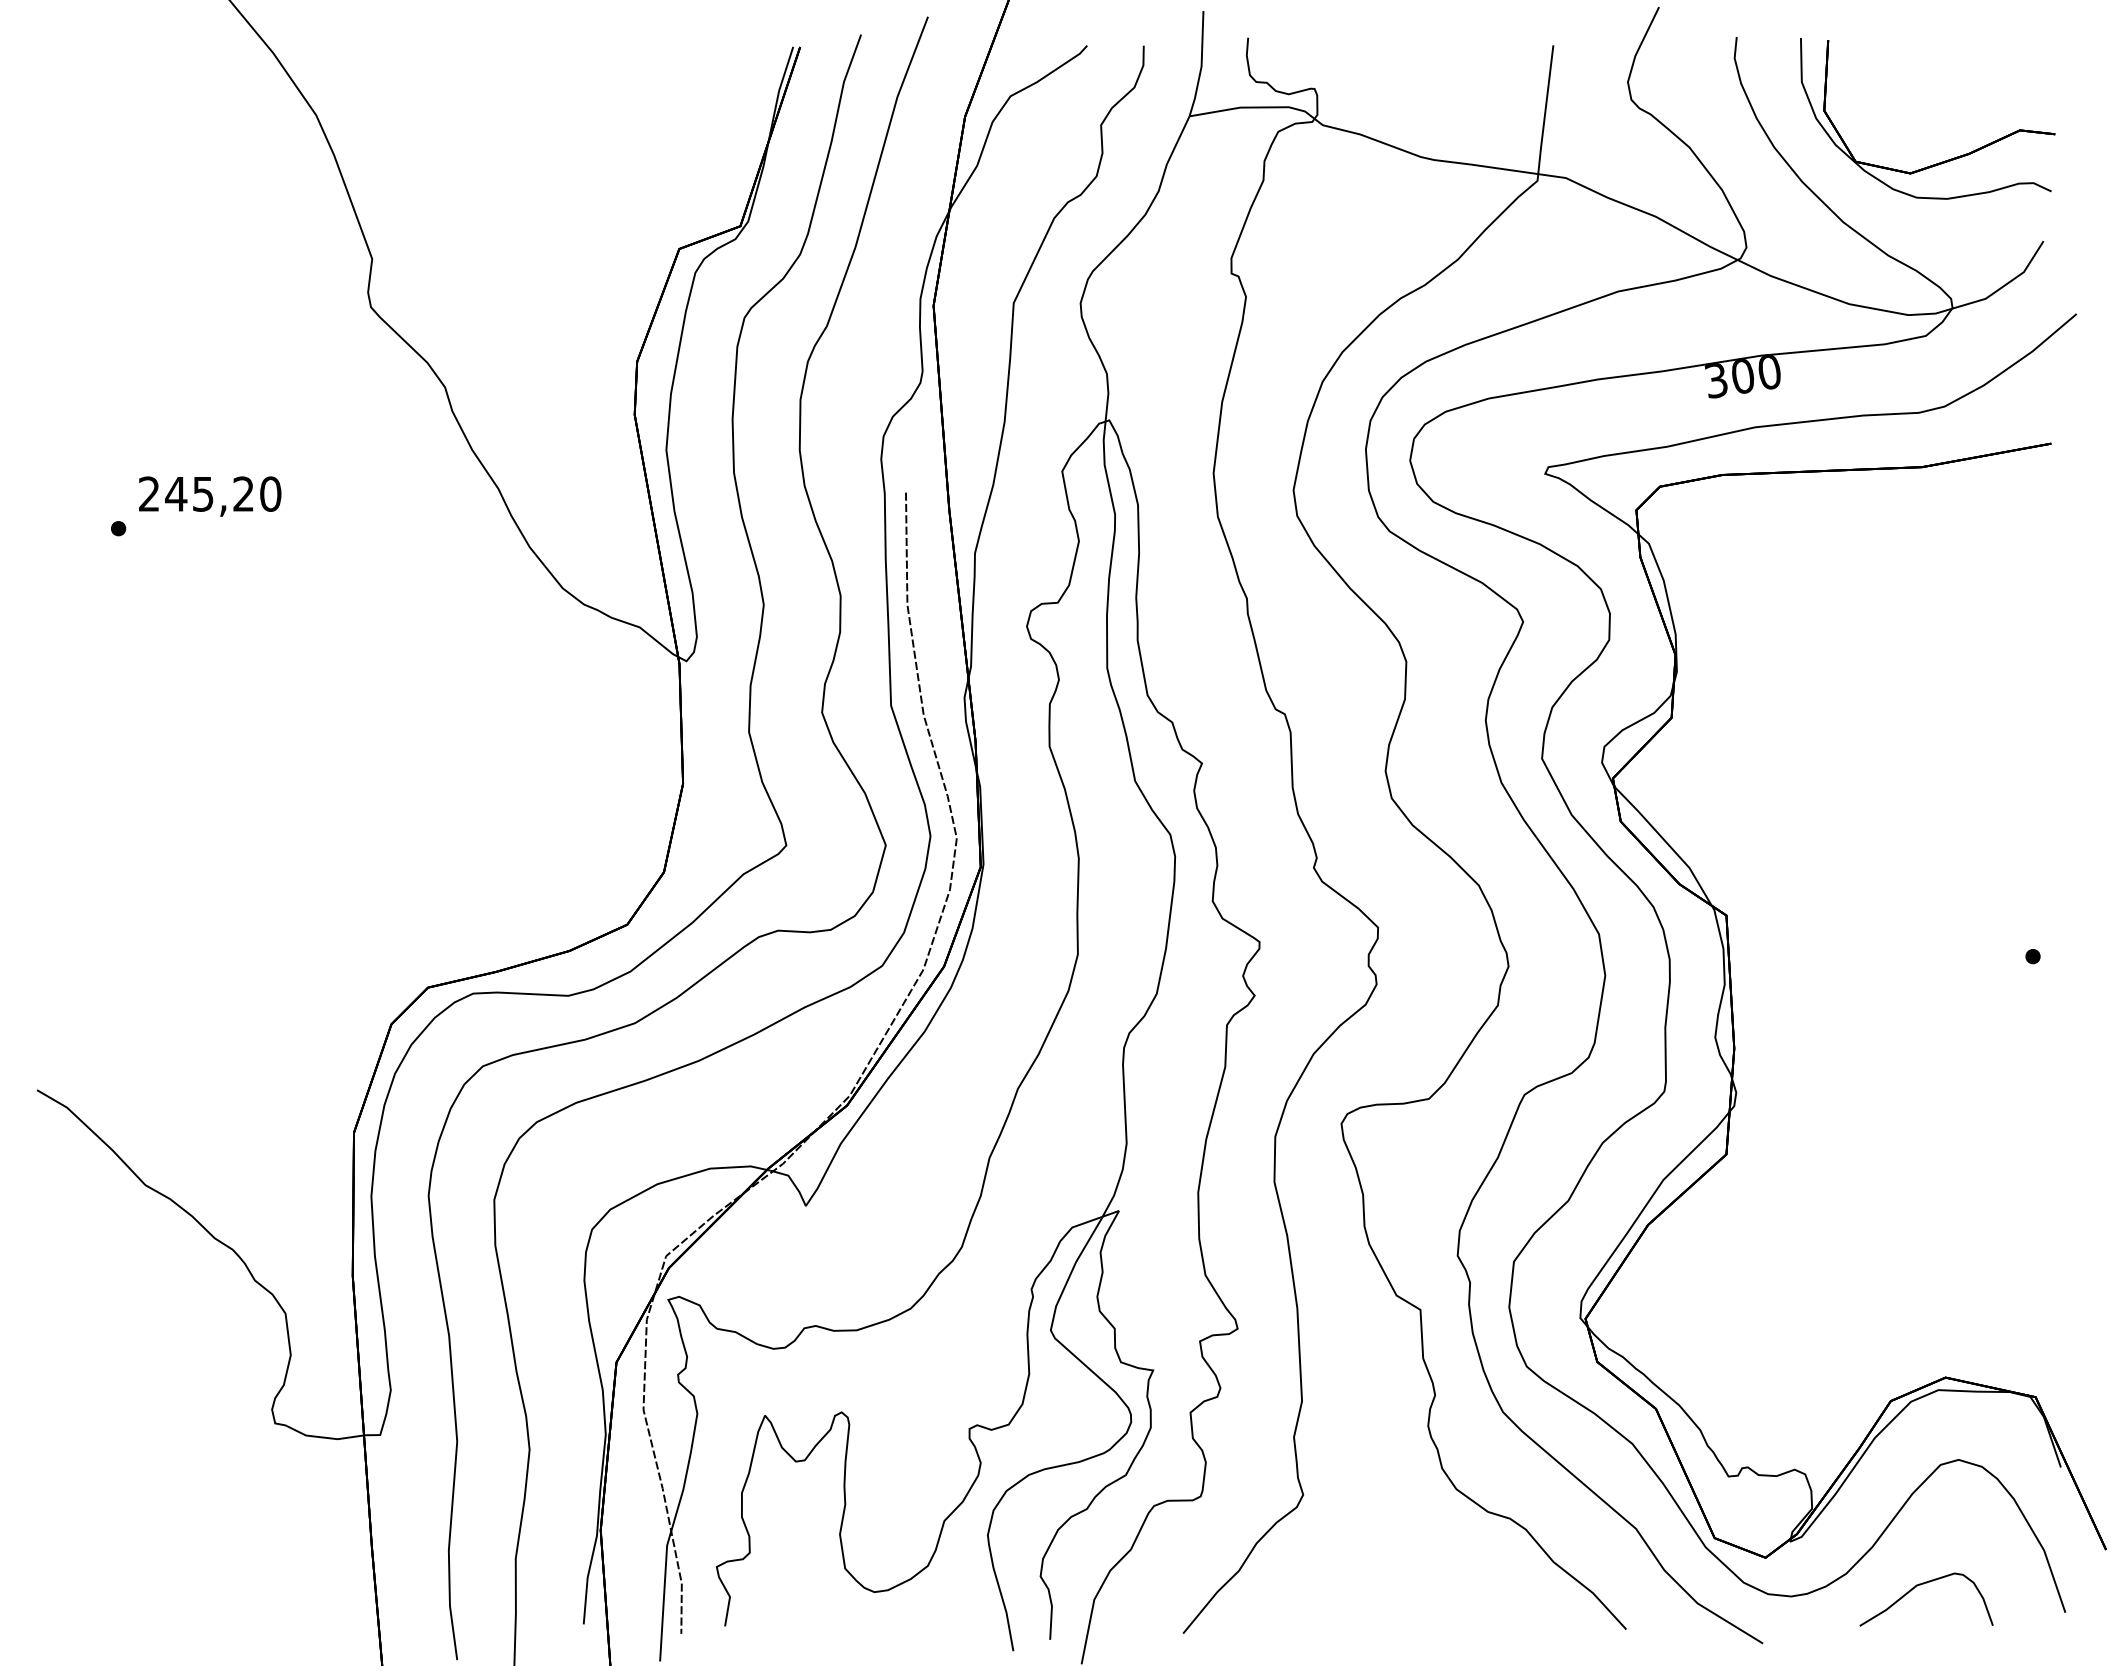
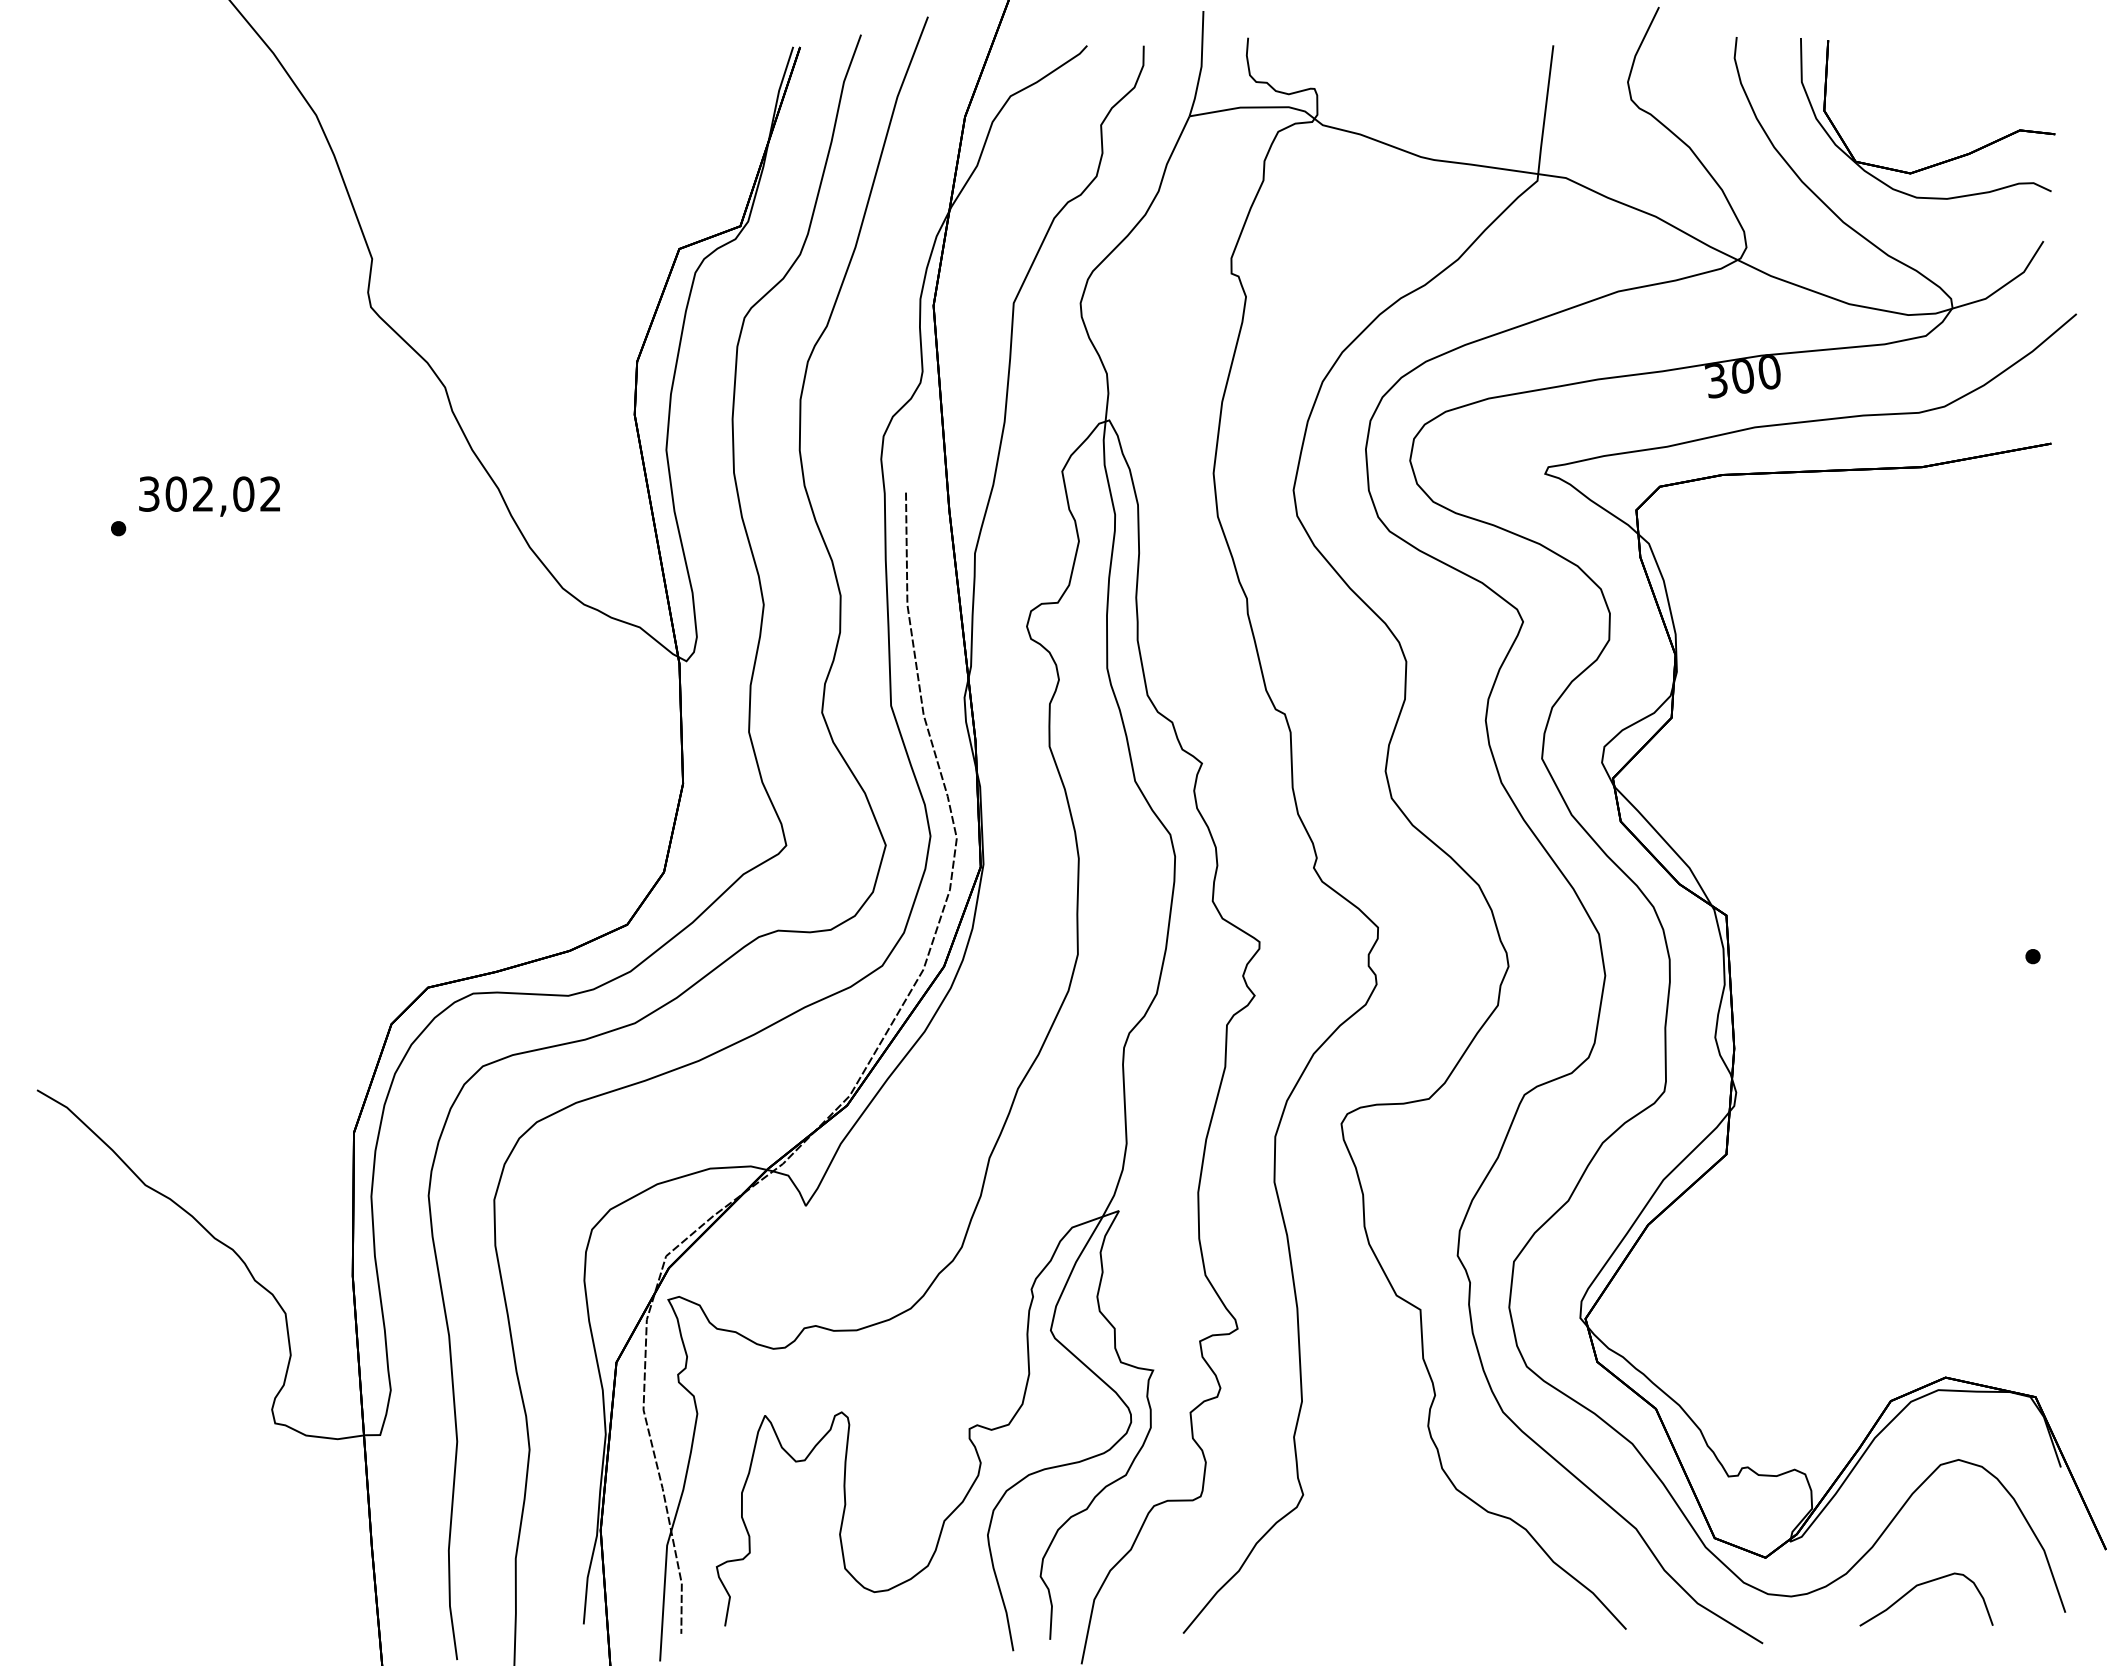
text at (210, 493): 245,20 -> 302,02
